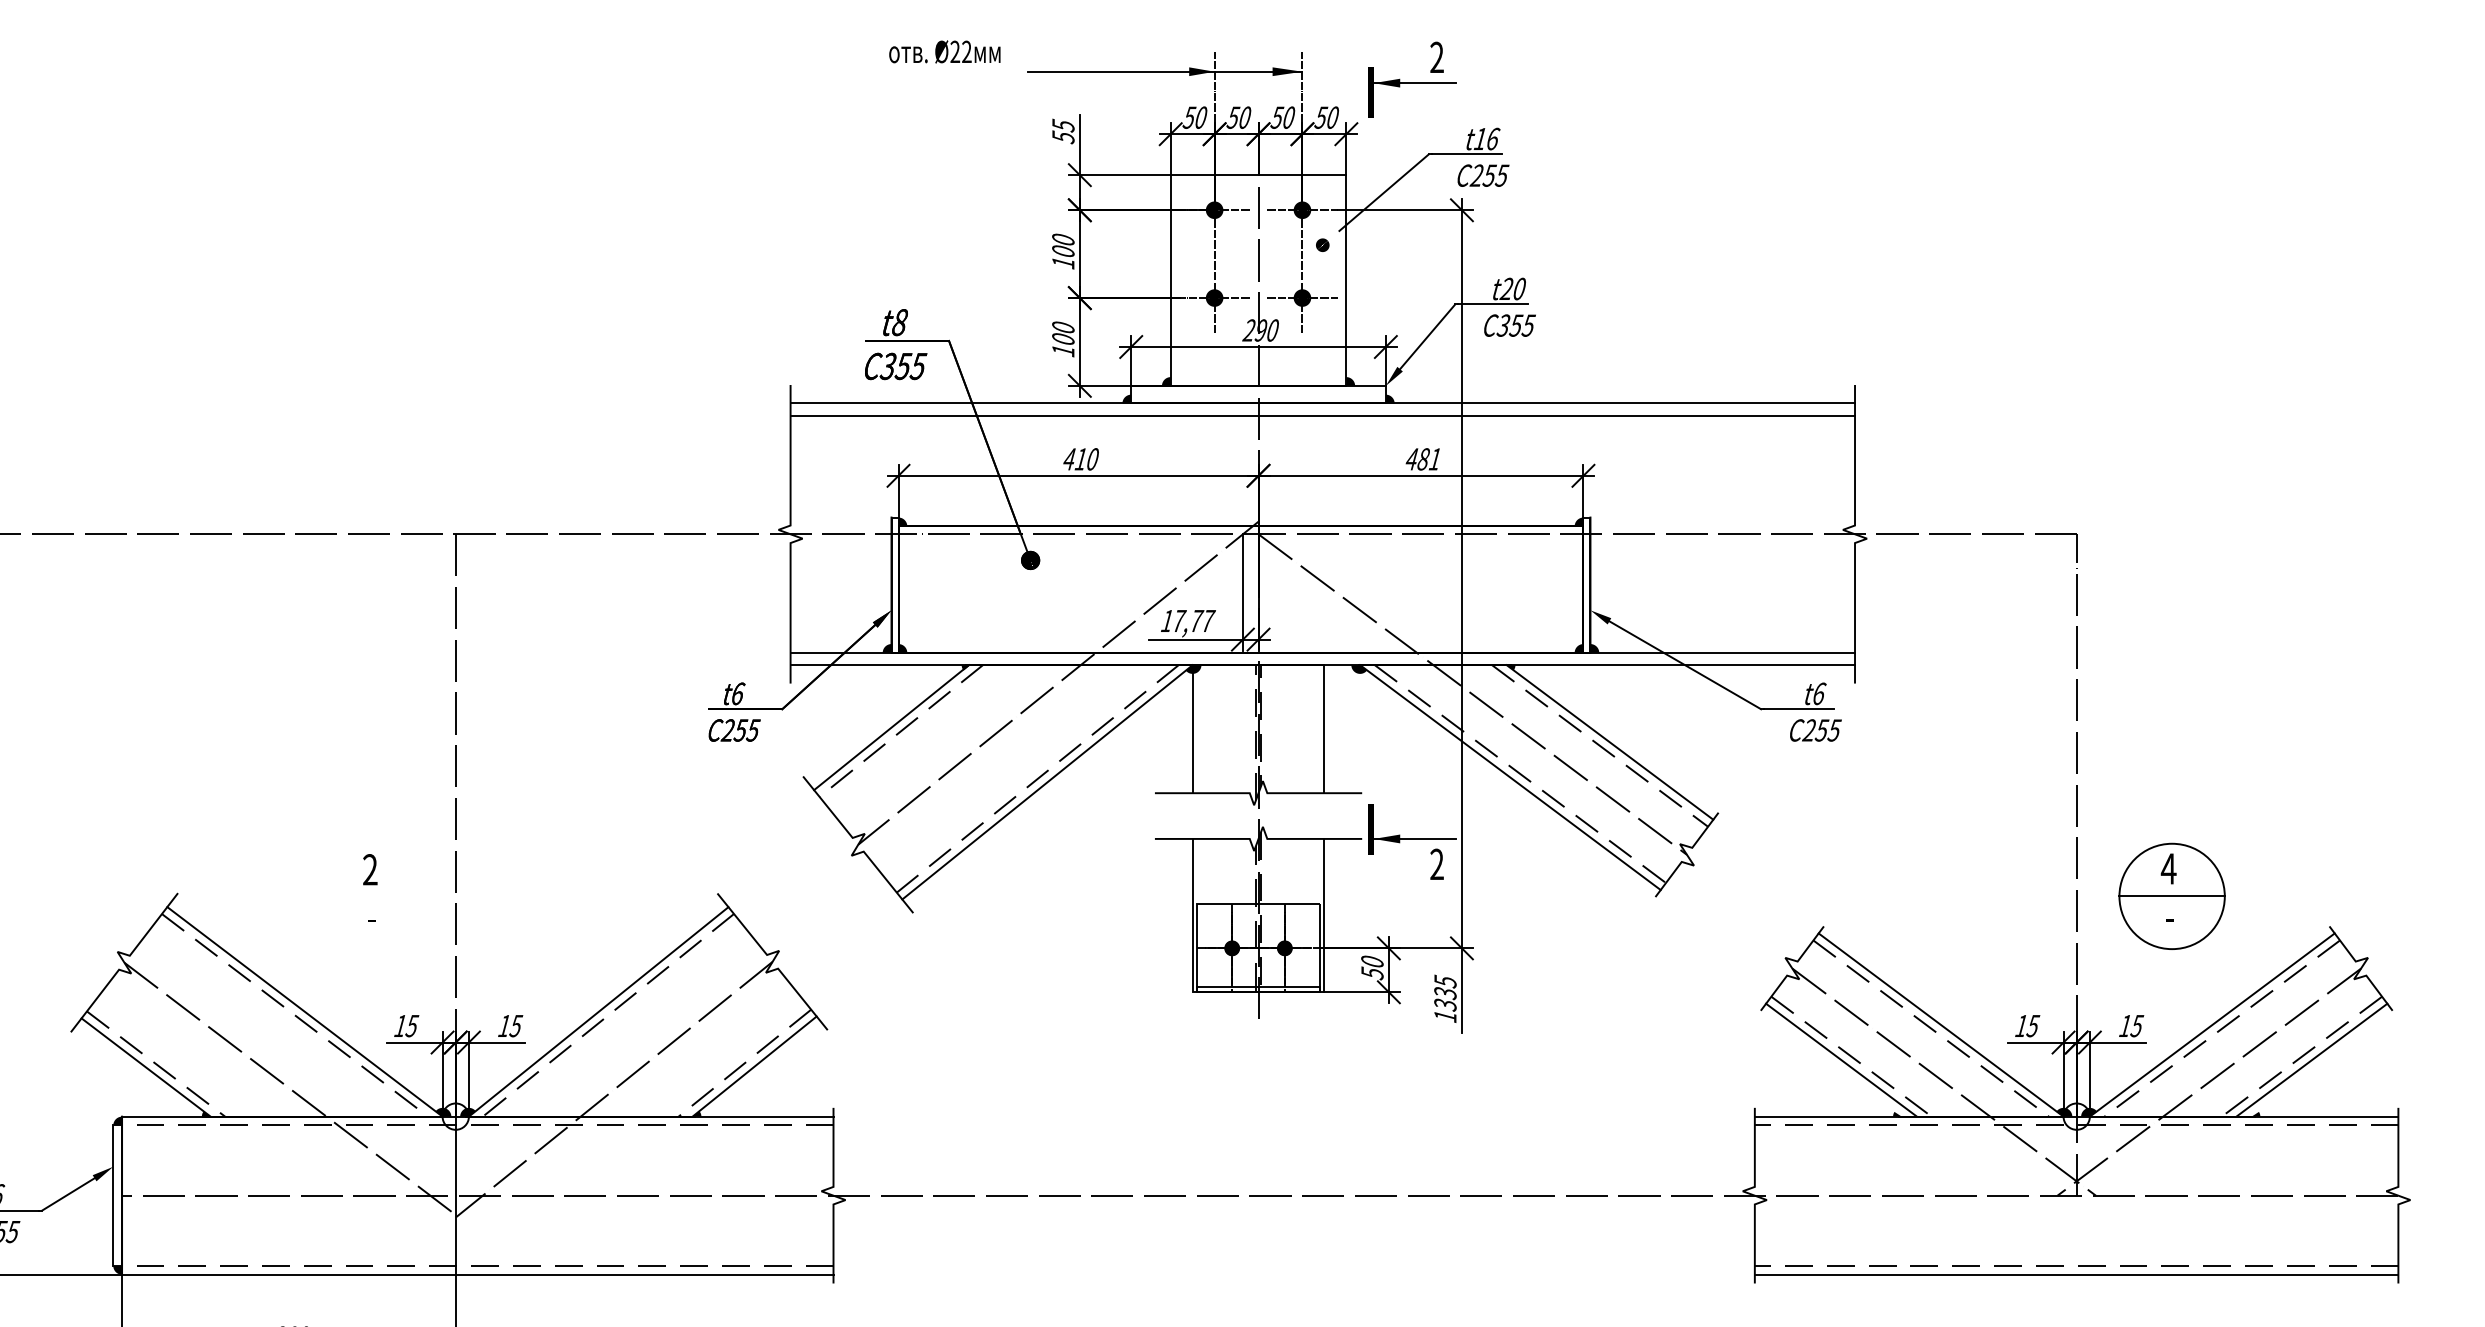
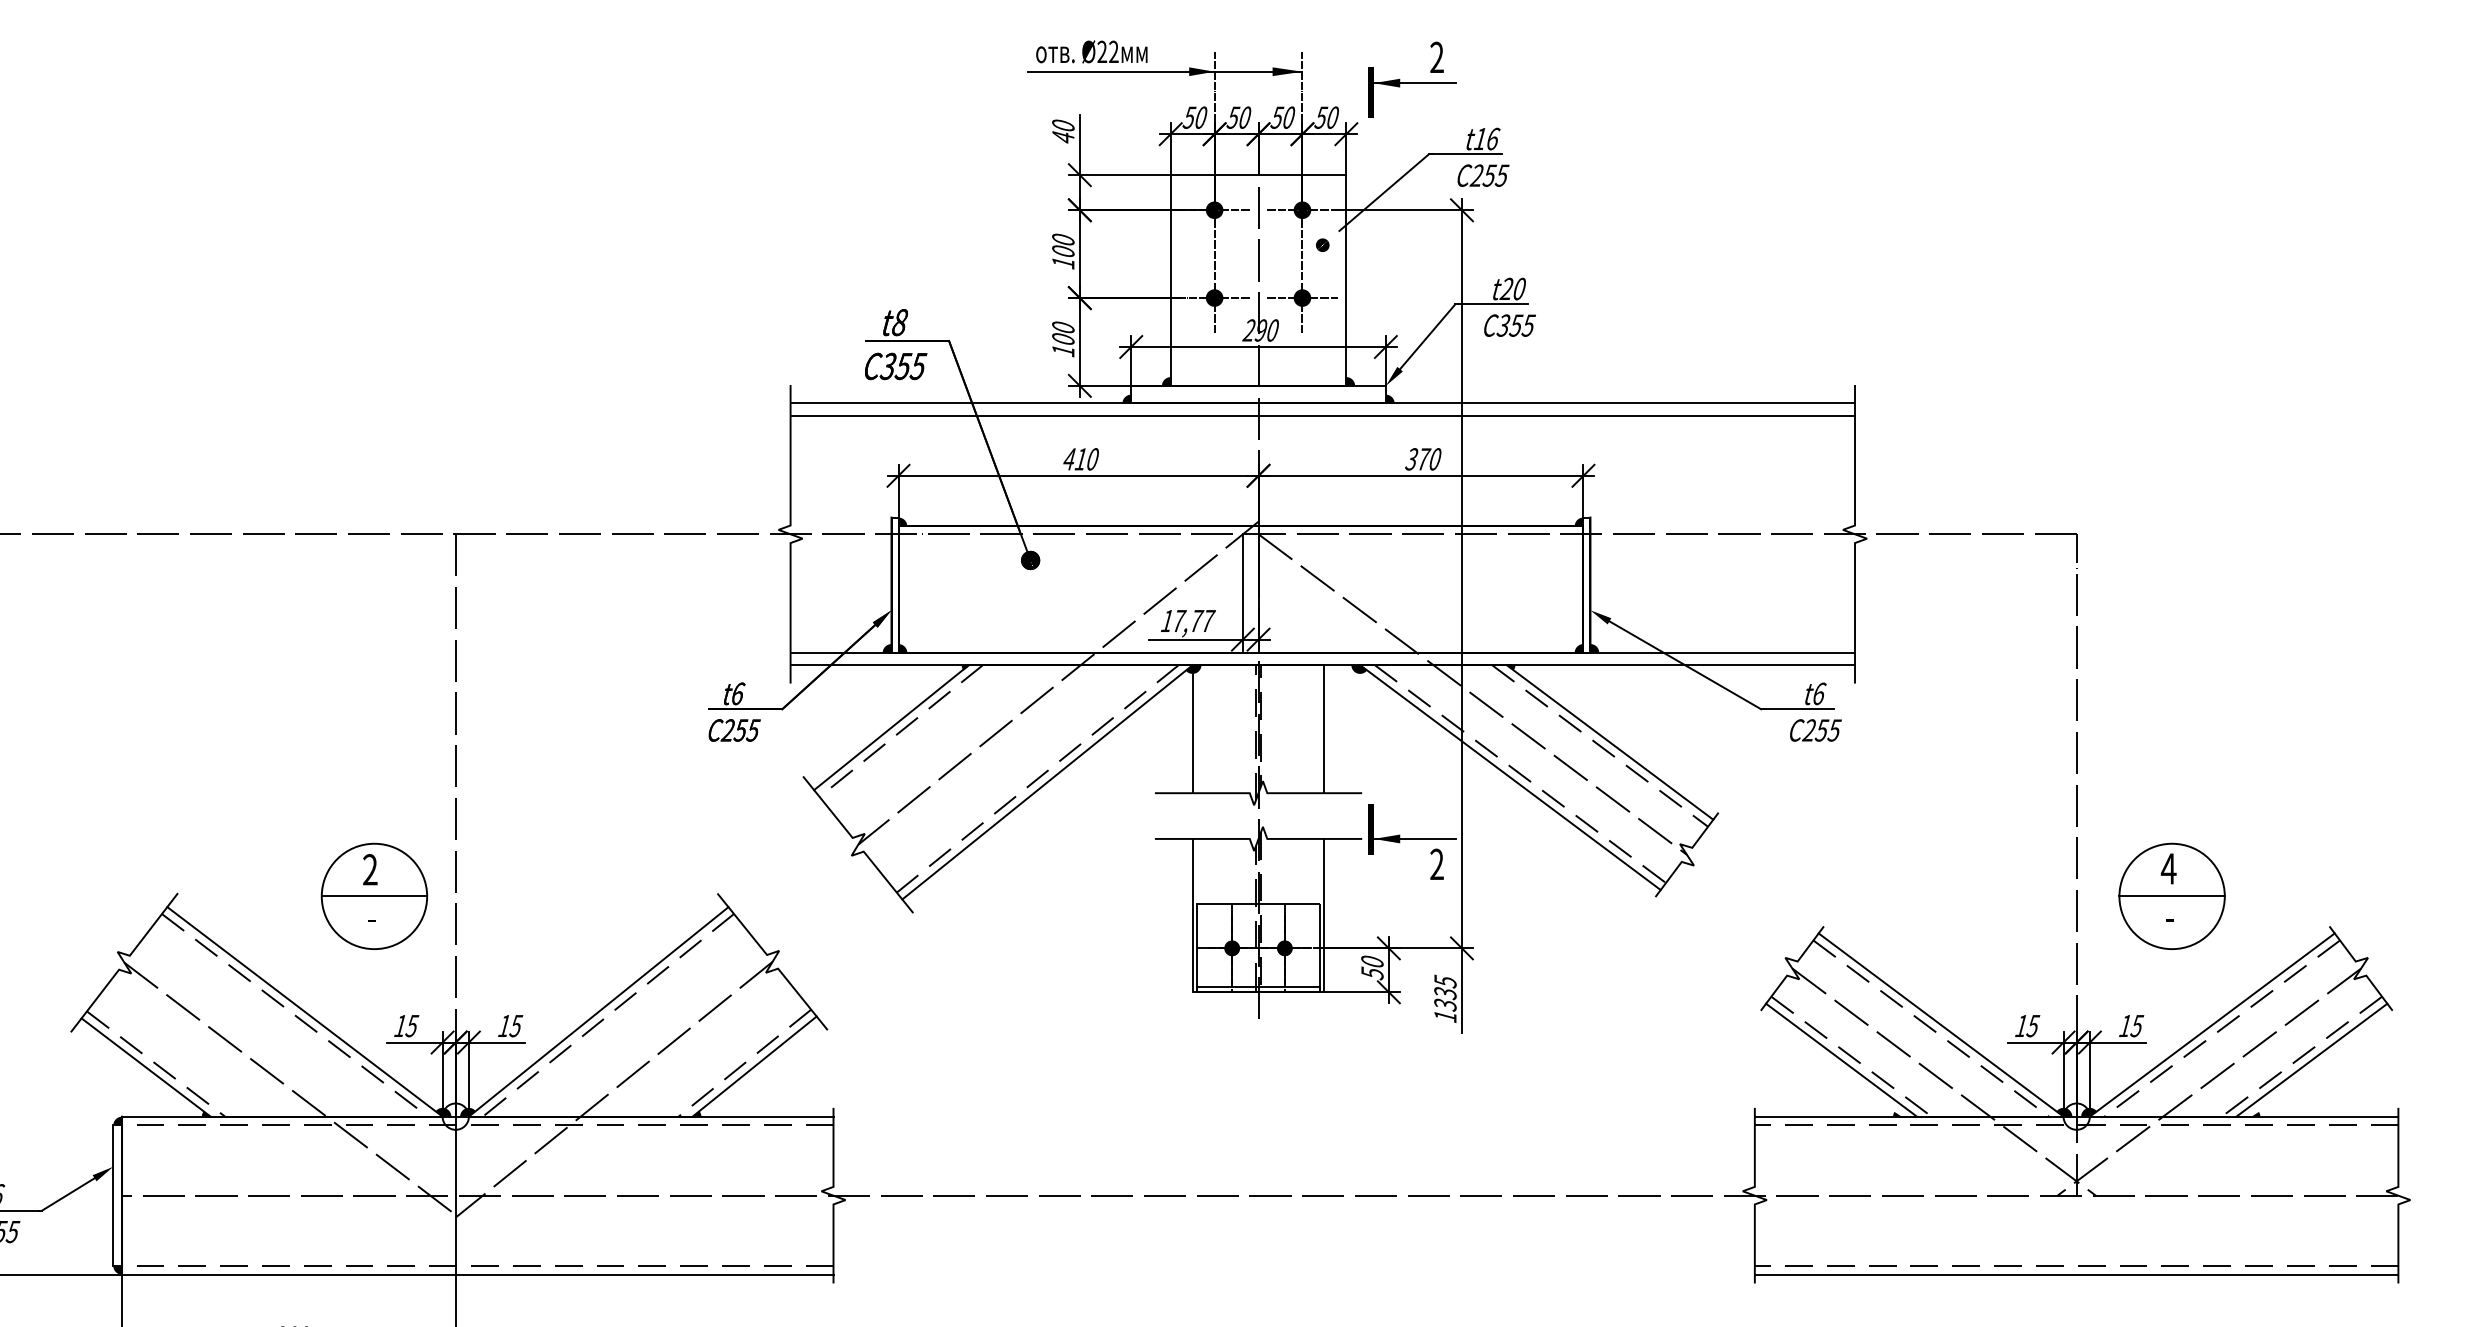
text at (944, 51) position: (944, 51) -> (1091, 51)
text at (1063, 131): 55 -> 40
text at (1423, 459): 481 -> 370
part at (373, 895): none -> present
